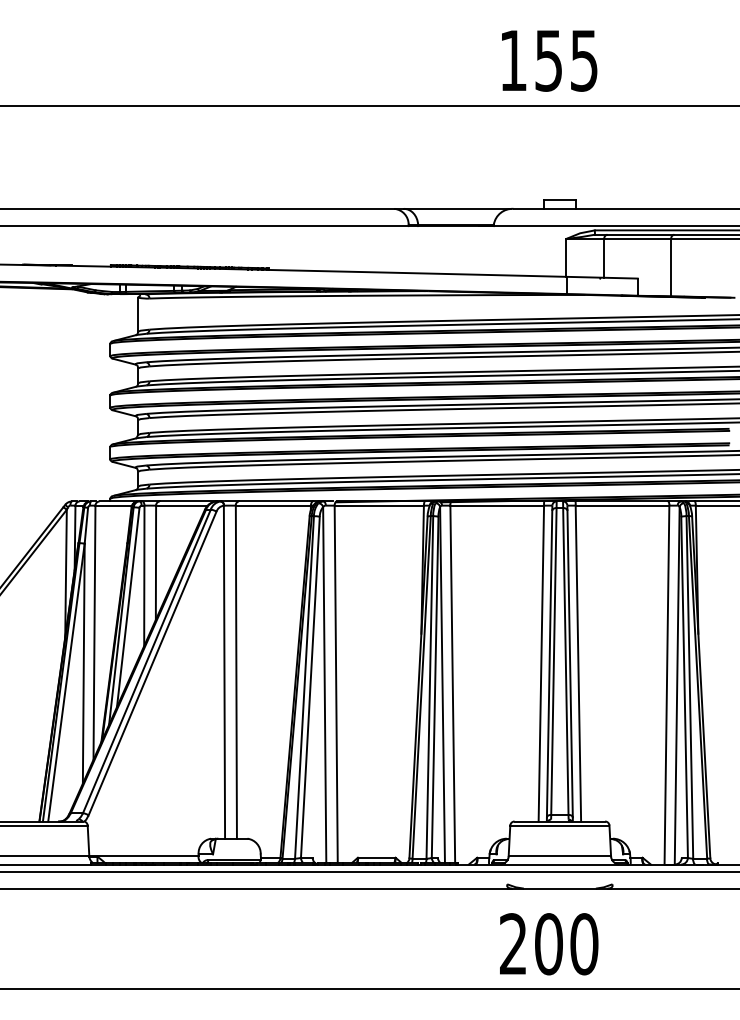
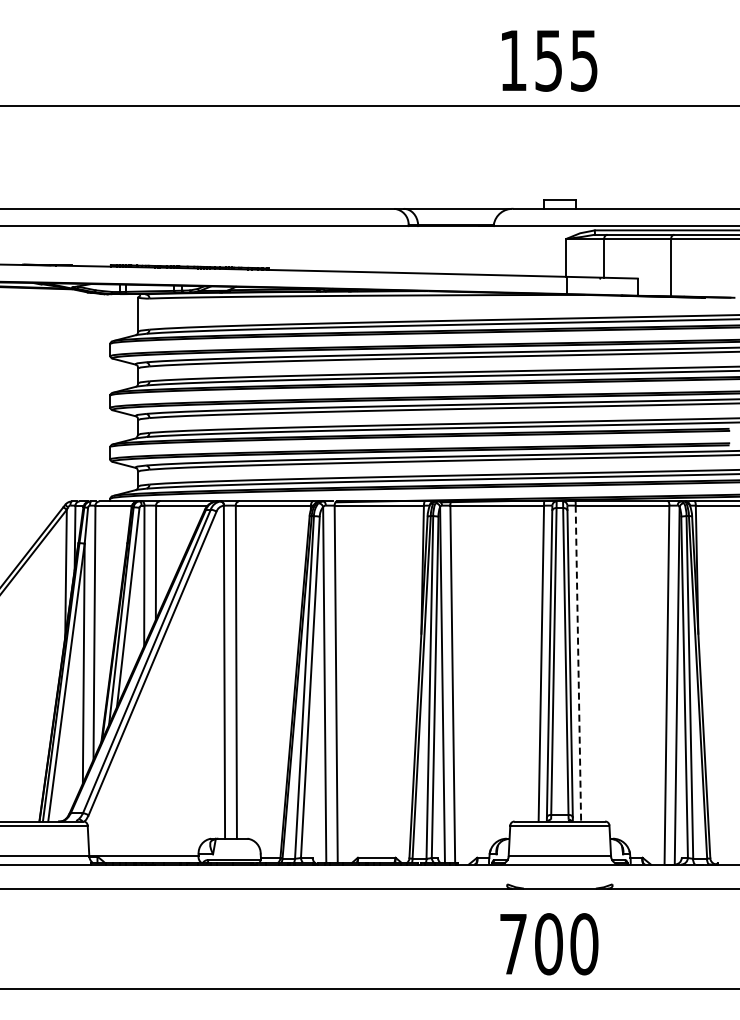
line at (578, 663): solid -> dashed
line at (369, 871): present -> none
text at (513, 943): 200 -> 700
